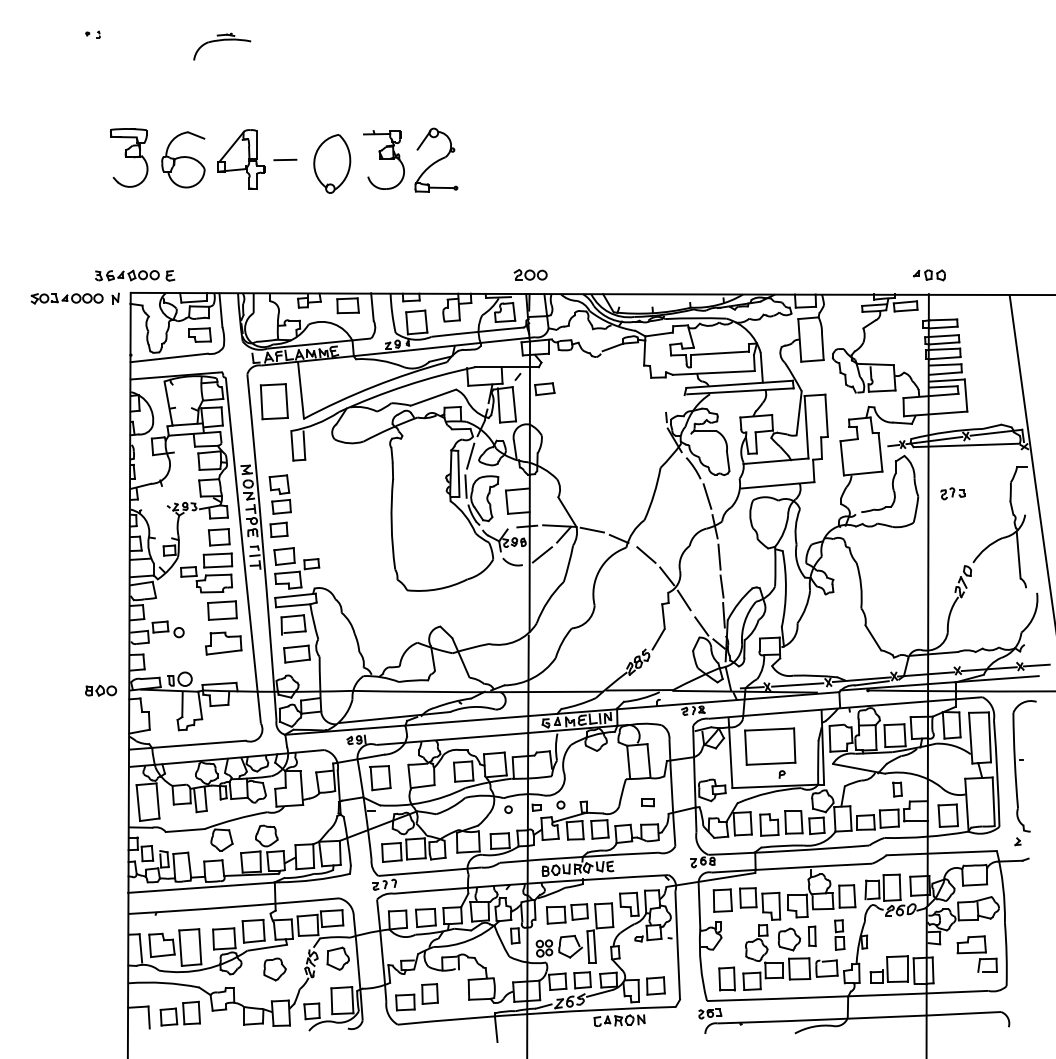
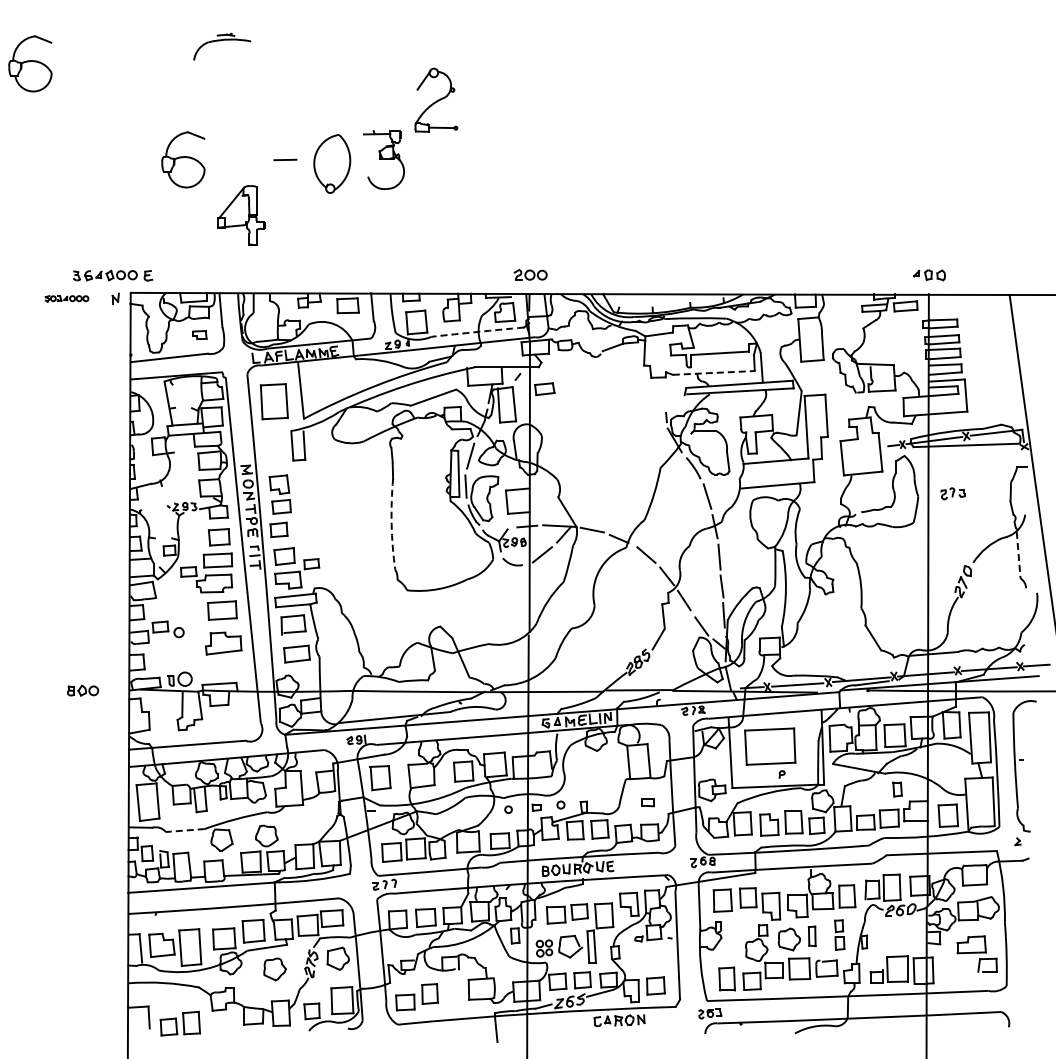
part at (92, 34): present -> none
part at (30, 63): none -> present
part at (129, 157): present -> none
part at (241, 159) position: (241, 159) -> (241, 215)
part at (436, 159) position: (436, 159) -> (436, 99)
part at (135, 275) position: (135, 275) -> (113, 275)
part at (66, 298) size: 74x12 px -> 46x8 px
arc at (477, 331): solid -> dashed
part at (199, 334) size: 24x16 px -> 16x11 px
line at (714, 372): solid -> dashed
arc at (391, 524): solid -> dashed
line at (1018, 555): solid -> dashed
part at (101, 690) position: (101, 690) -> (83, 690)
line at (184, 830): solid -> dashed
part at (179, 1013) position: (179, 1013) -> (179, 1023)
